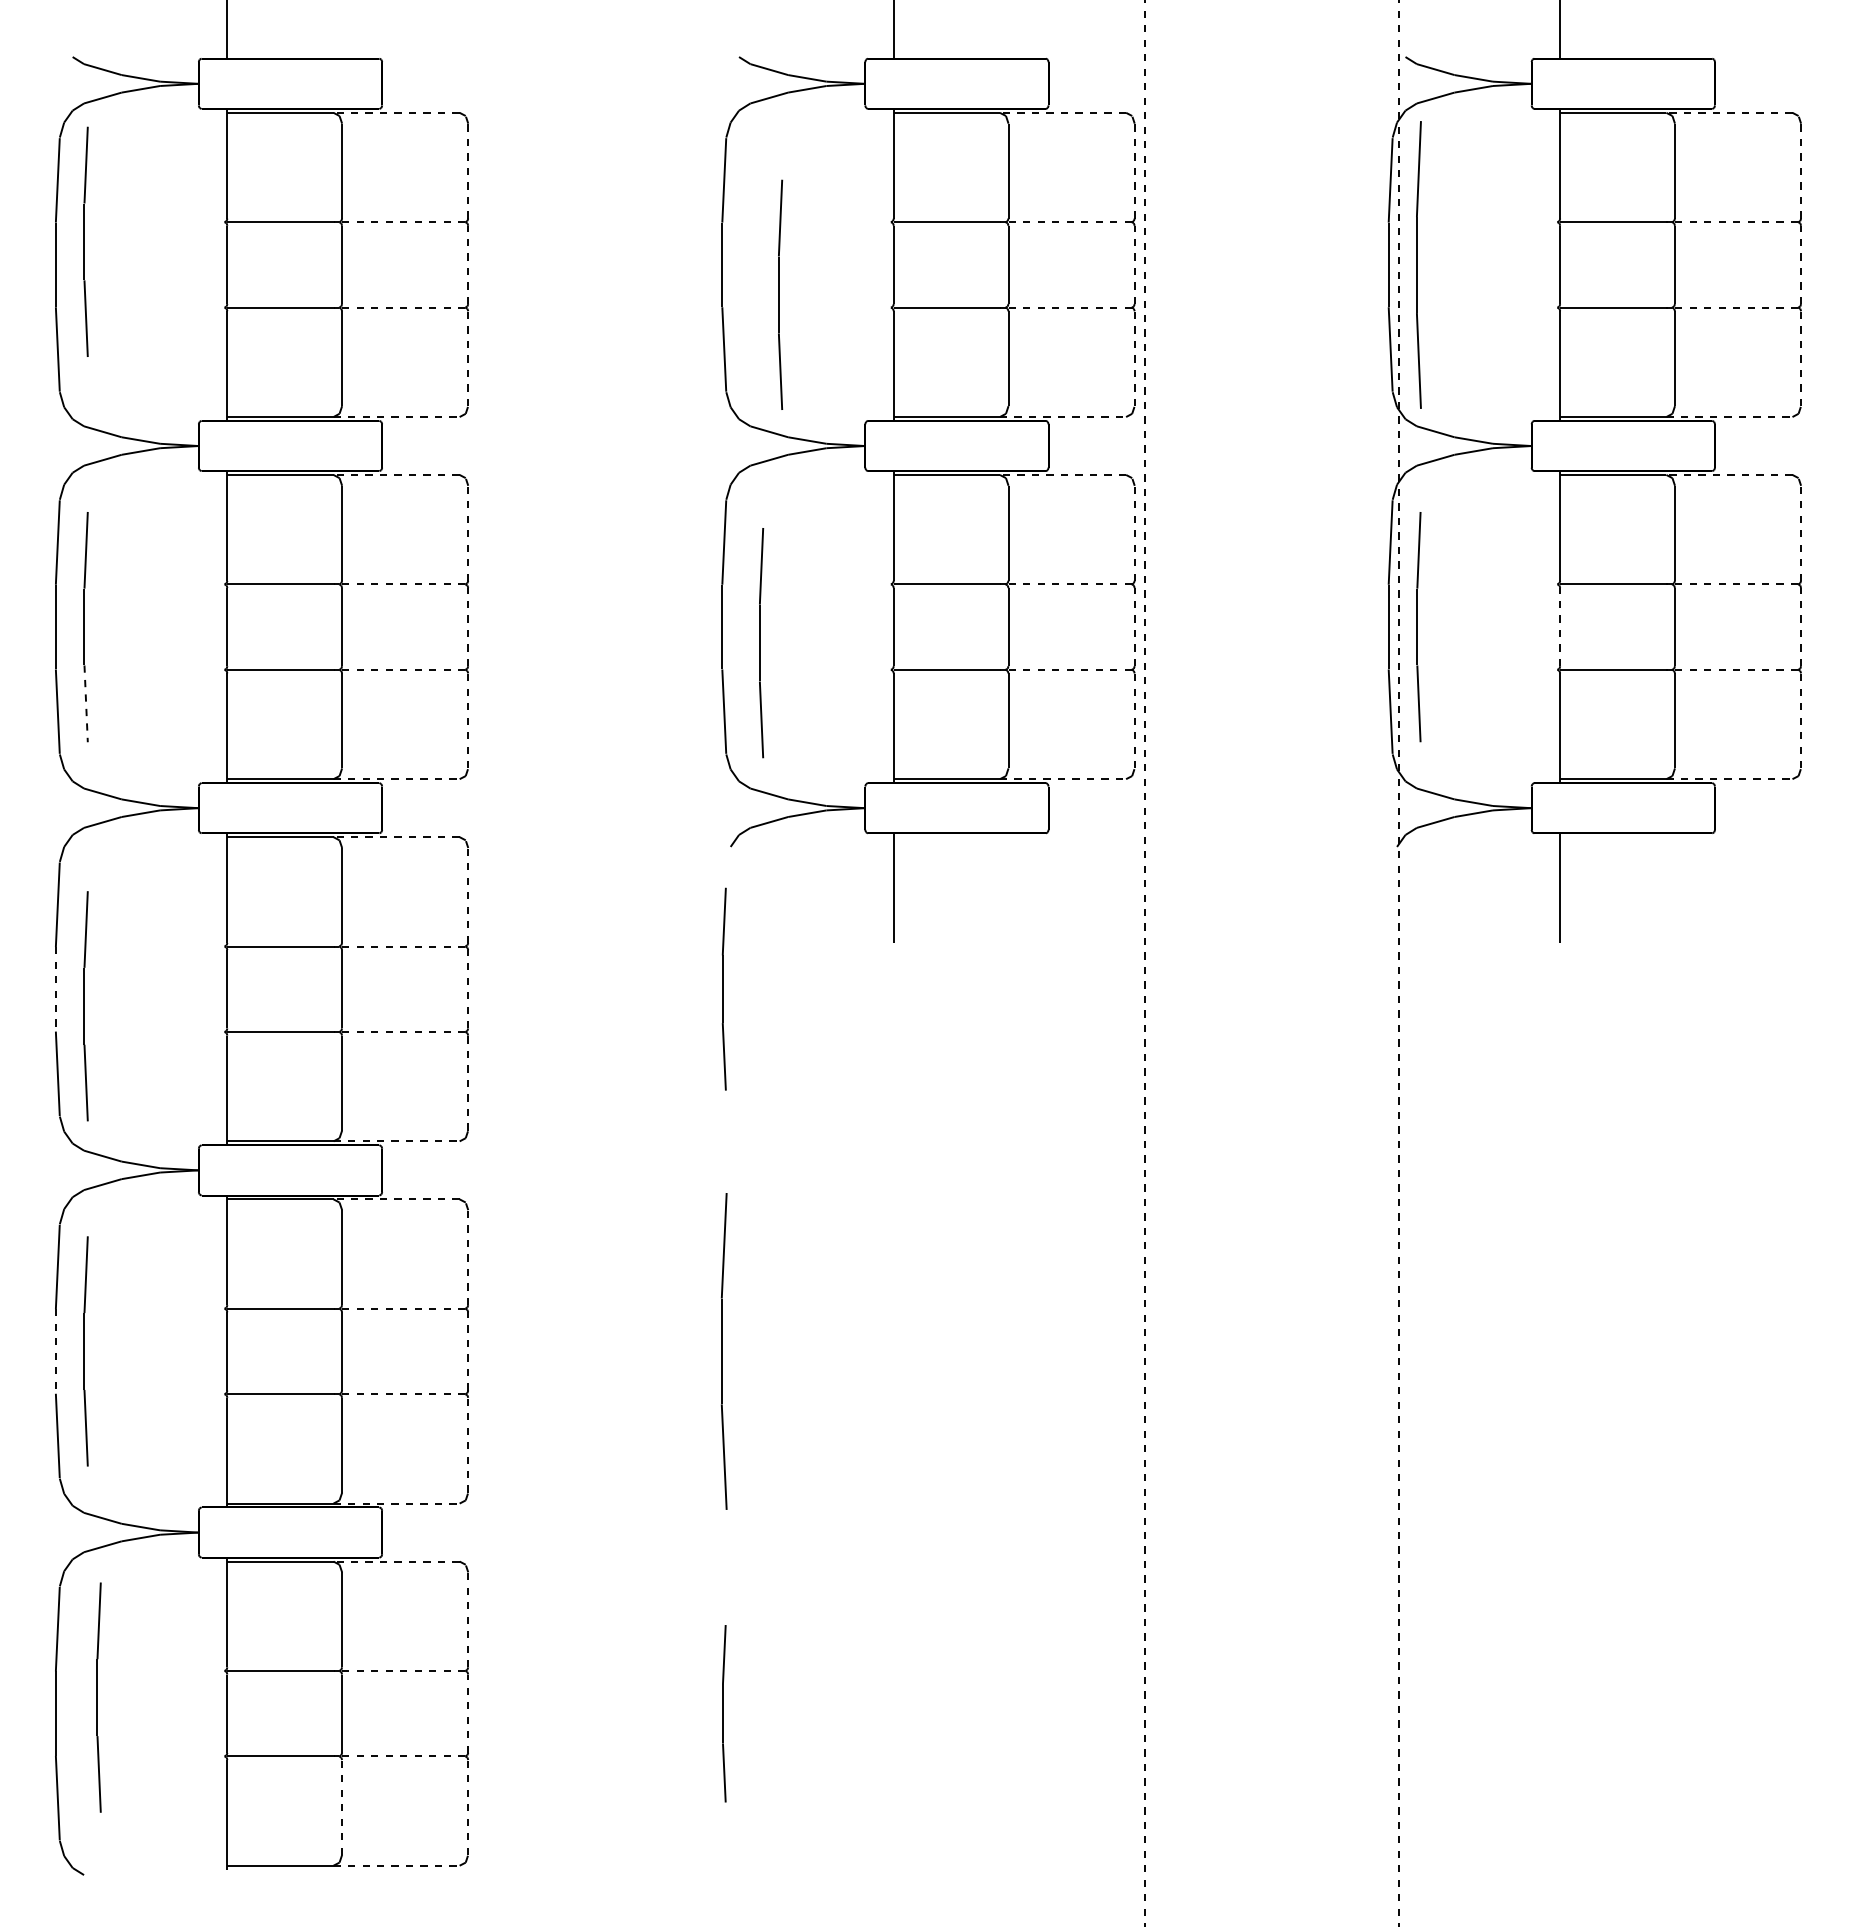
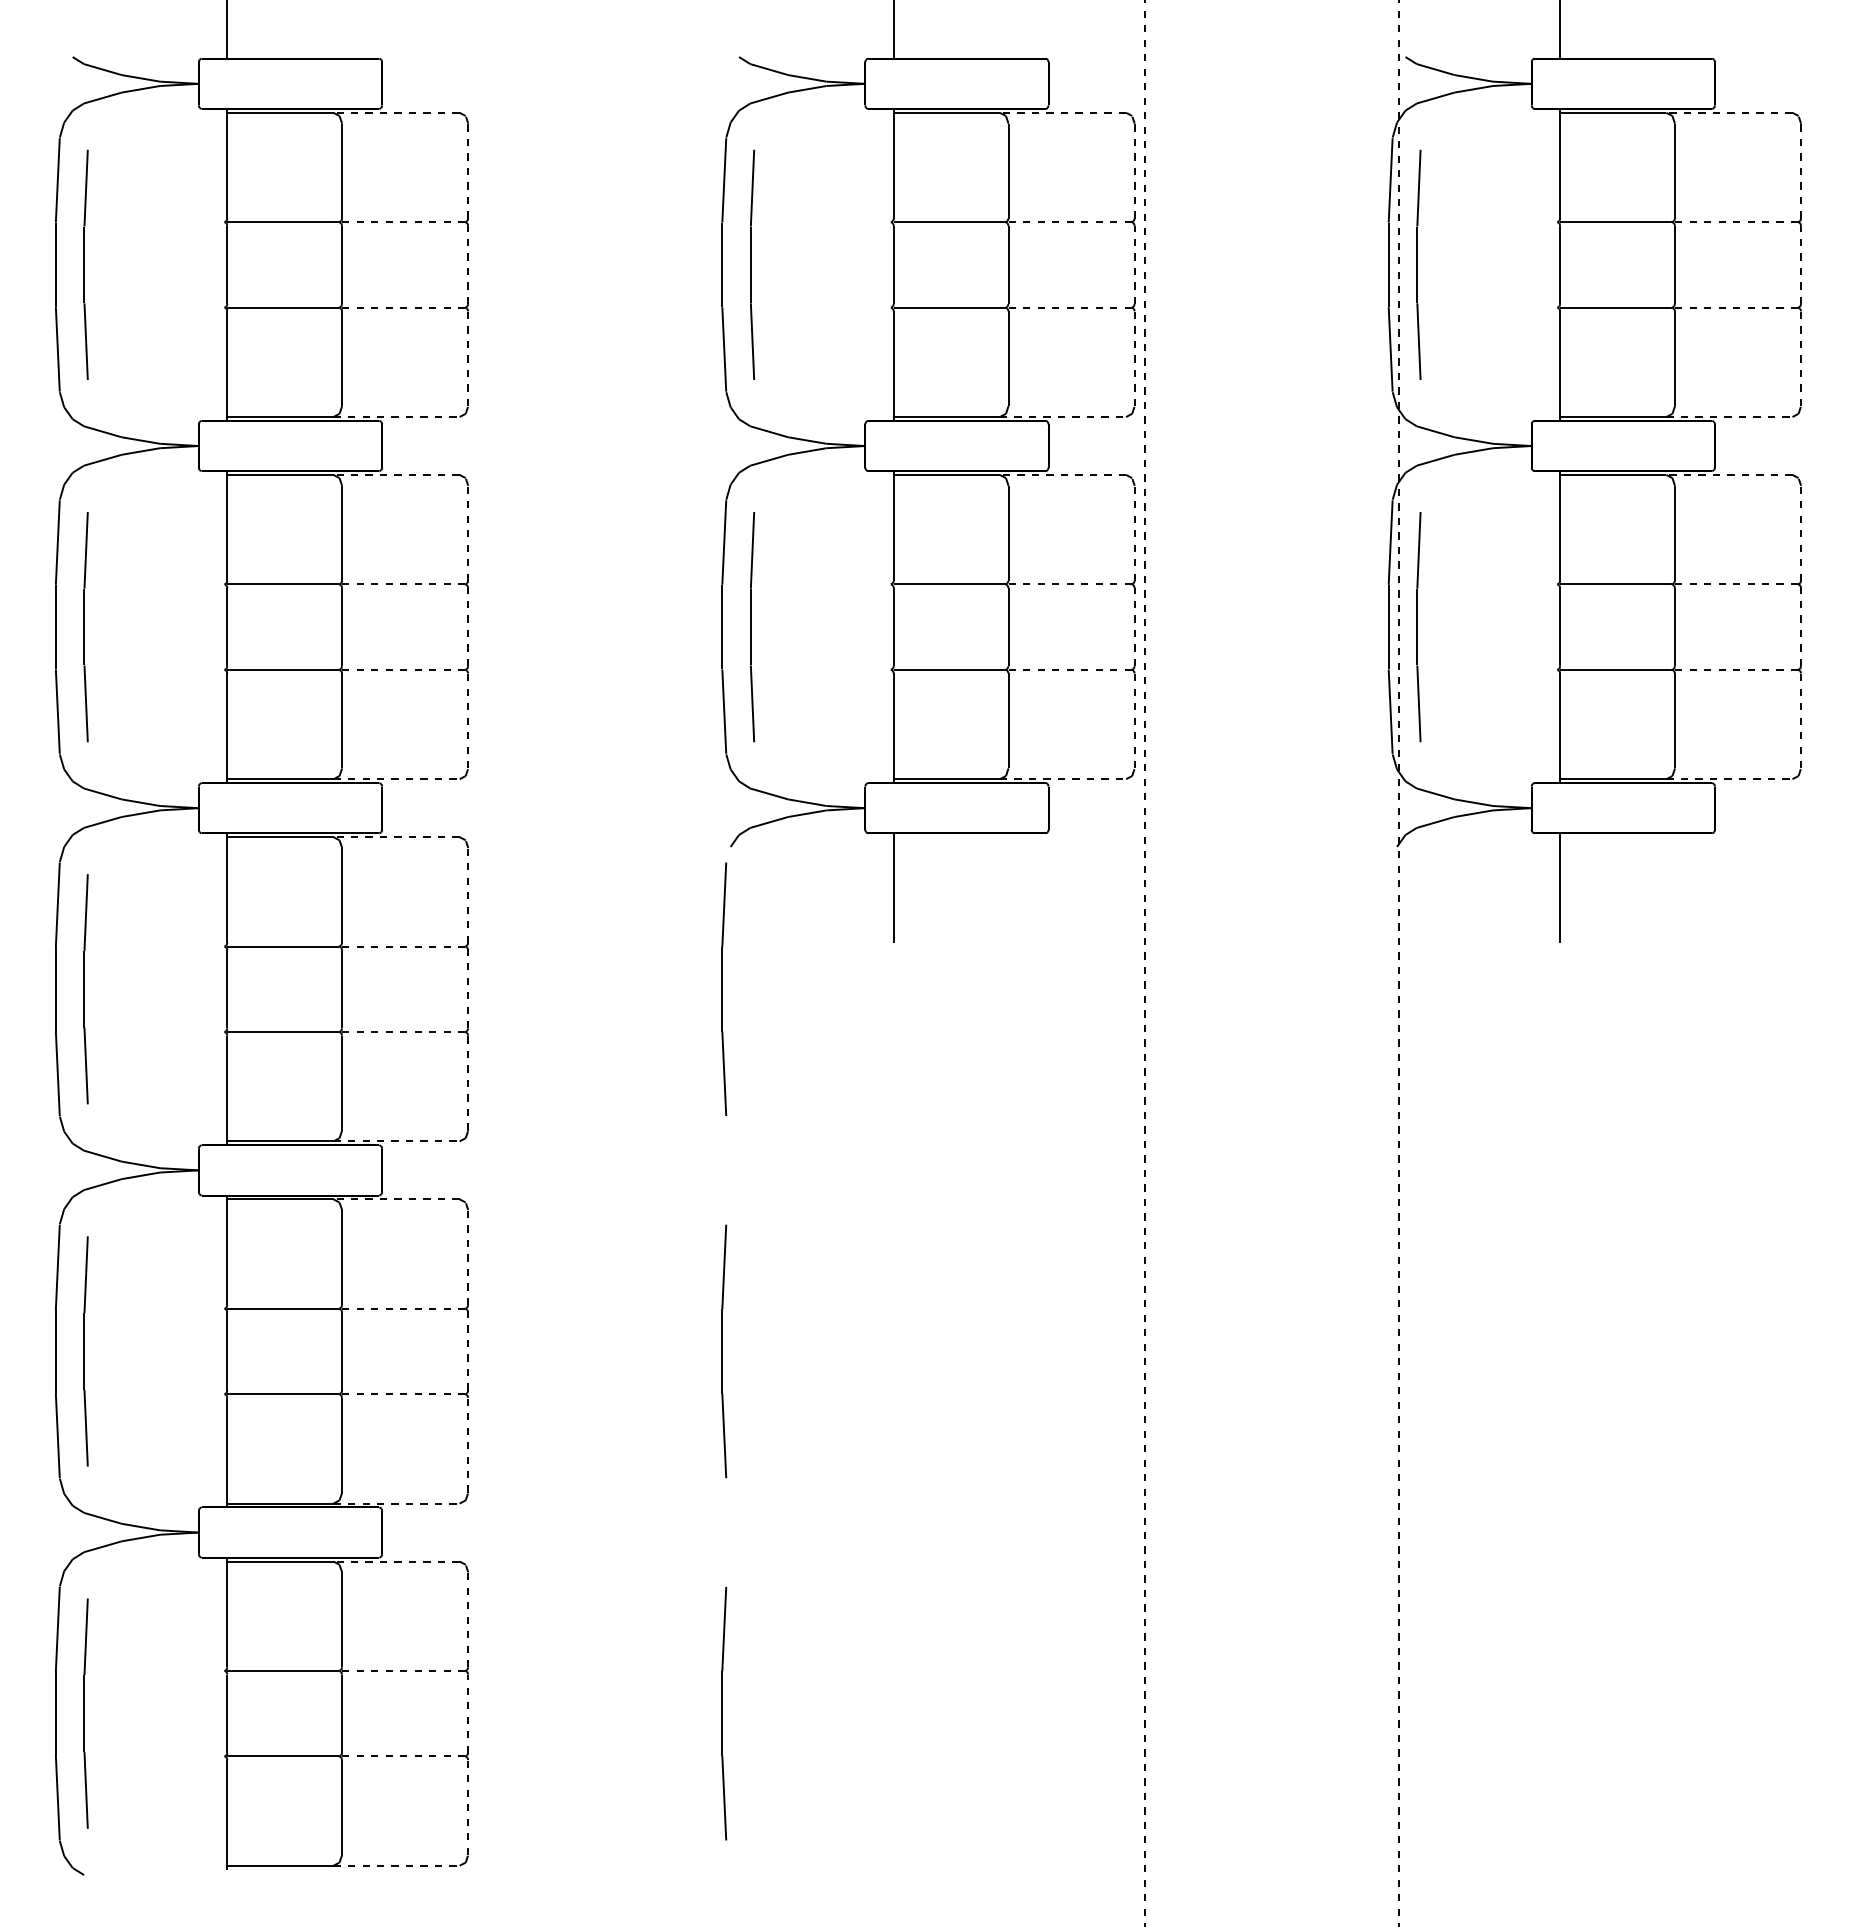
part at (85, 241) position: (85, 241) -> (85, 264)
part at (1418, 264) size: 6x288 px -> 6x231 px
part at (780, 294) position: (780, 294) -> (752, 264)
line at (1560, 626): dashed -> solid
part at (761, 643) position: (761, 643) -> (752, 627)
line at (86, 704): dashed -> solid
part at (723, 988) size: 6x204 px -> 7x254 px
line at (55, 989): dashed -> solid
part at (85, 1006) position: (85, 1006) -> (85, 989)
line at (55, 1351): dashed -> solid
part at (724, 1351) size: 7x317 px -> 7x255 px
part at (98, 1697) position: (98, 1697) -> (85, 1713)
part at (724, 1713) size: 5x178 px -> 7x254 px
line at (342, 1806): dashed -> solid
